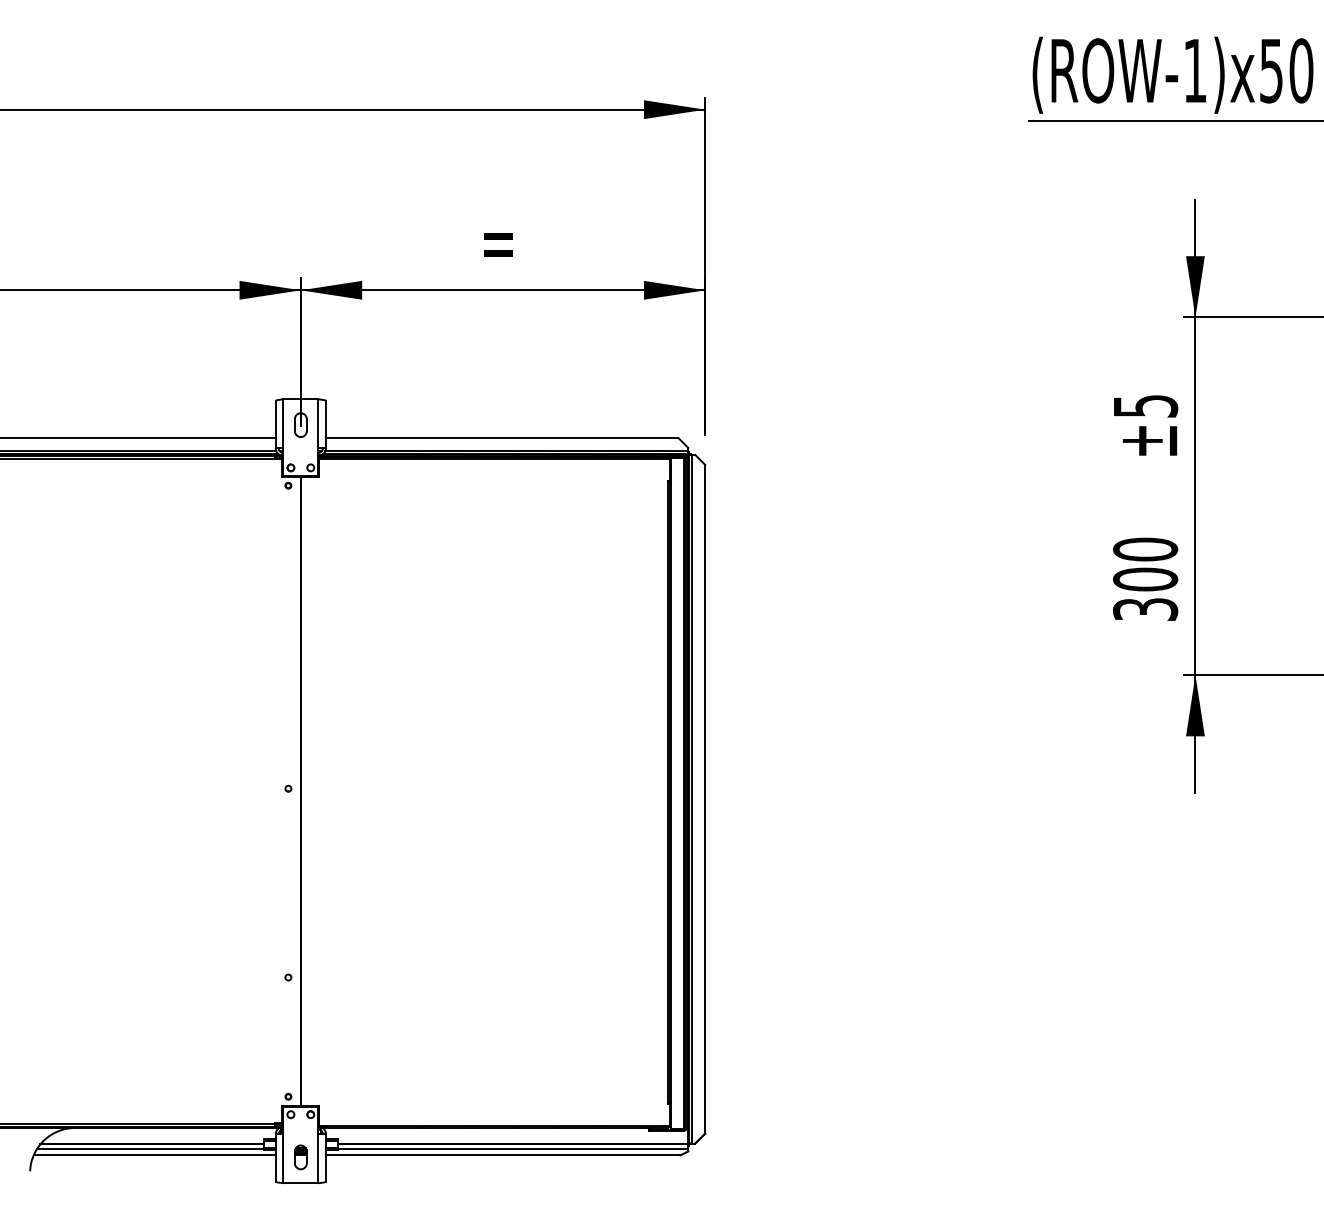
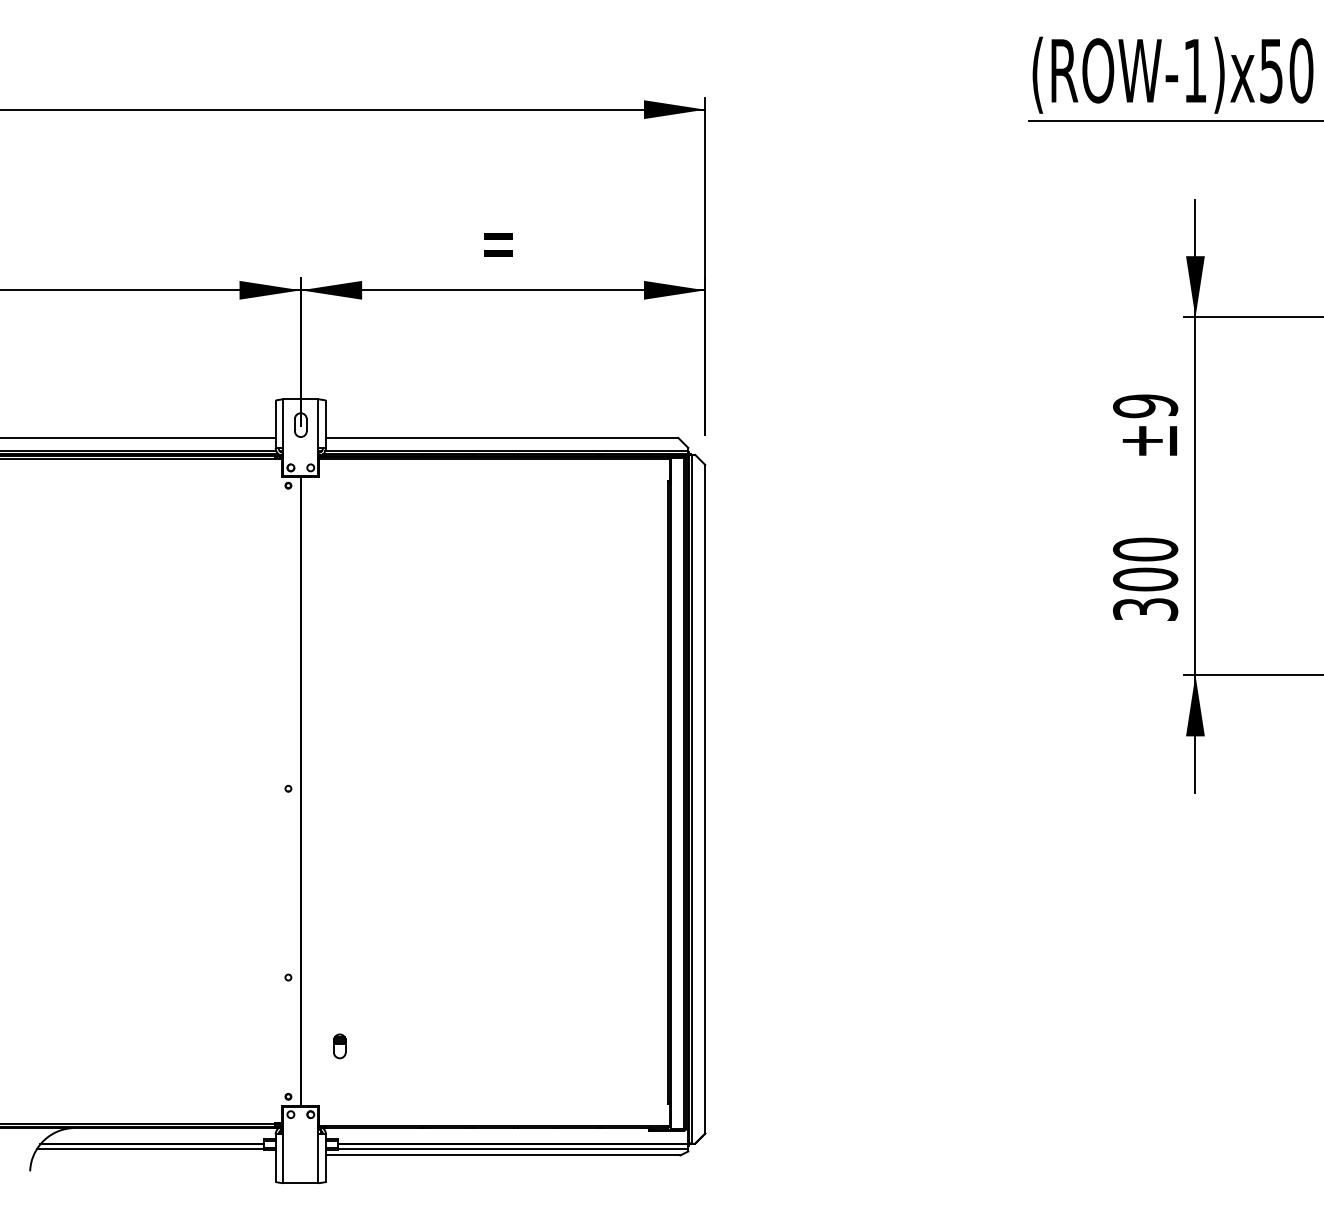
text at (1145, 406): ±5 -> ±9
line at (154, 1155): present -> none
part at (300, 1157) position: (300, 1157) -> (339, 1046)
